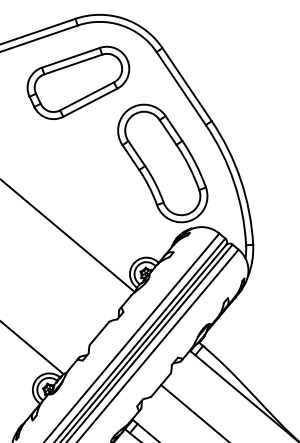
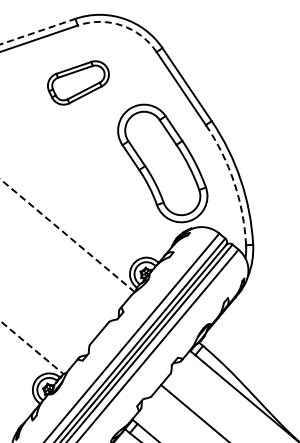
arc at (121, 25): solid -> dashed
line at (37, 31): solid -> dashed
part at (78, 82) size: 105x76 px -> 63x46 px
arc at (234, 182): solid -> dashed
line at (67, 235): solid -> dashed
line at (32, 348): solid -> dashed
